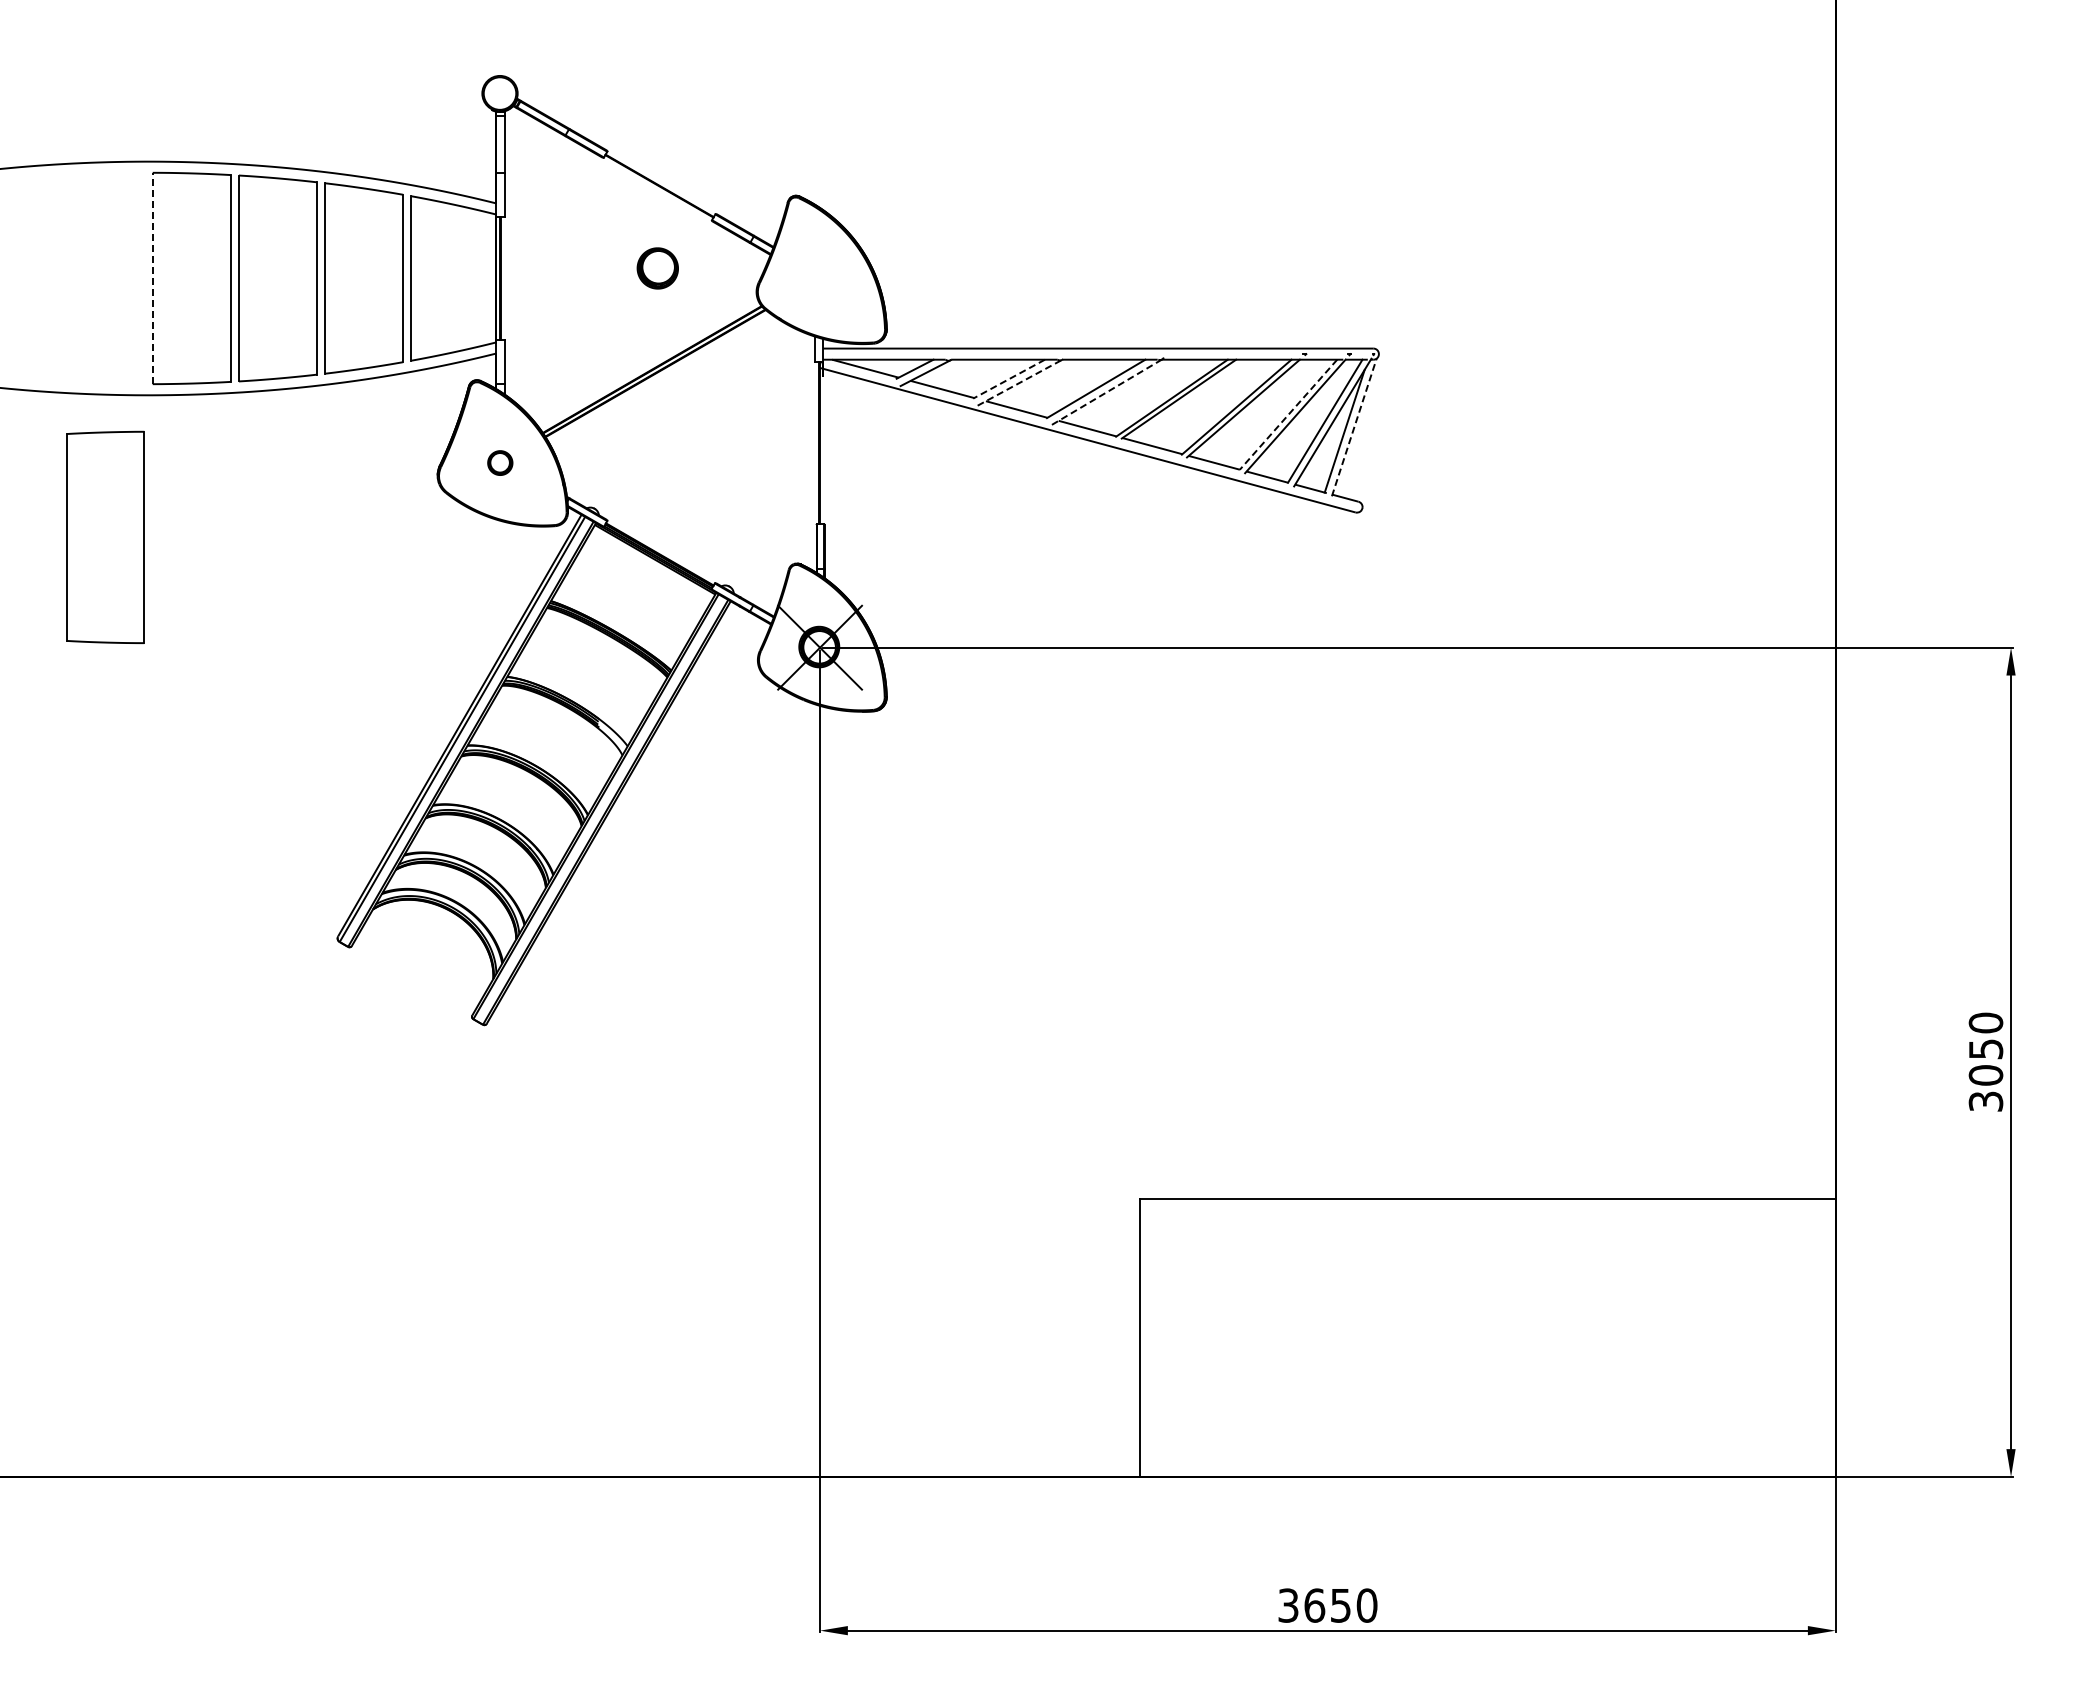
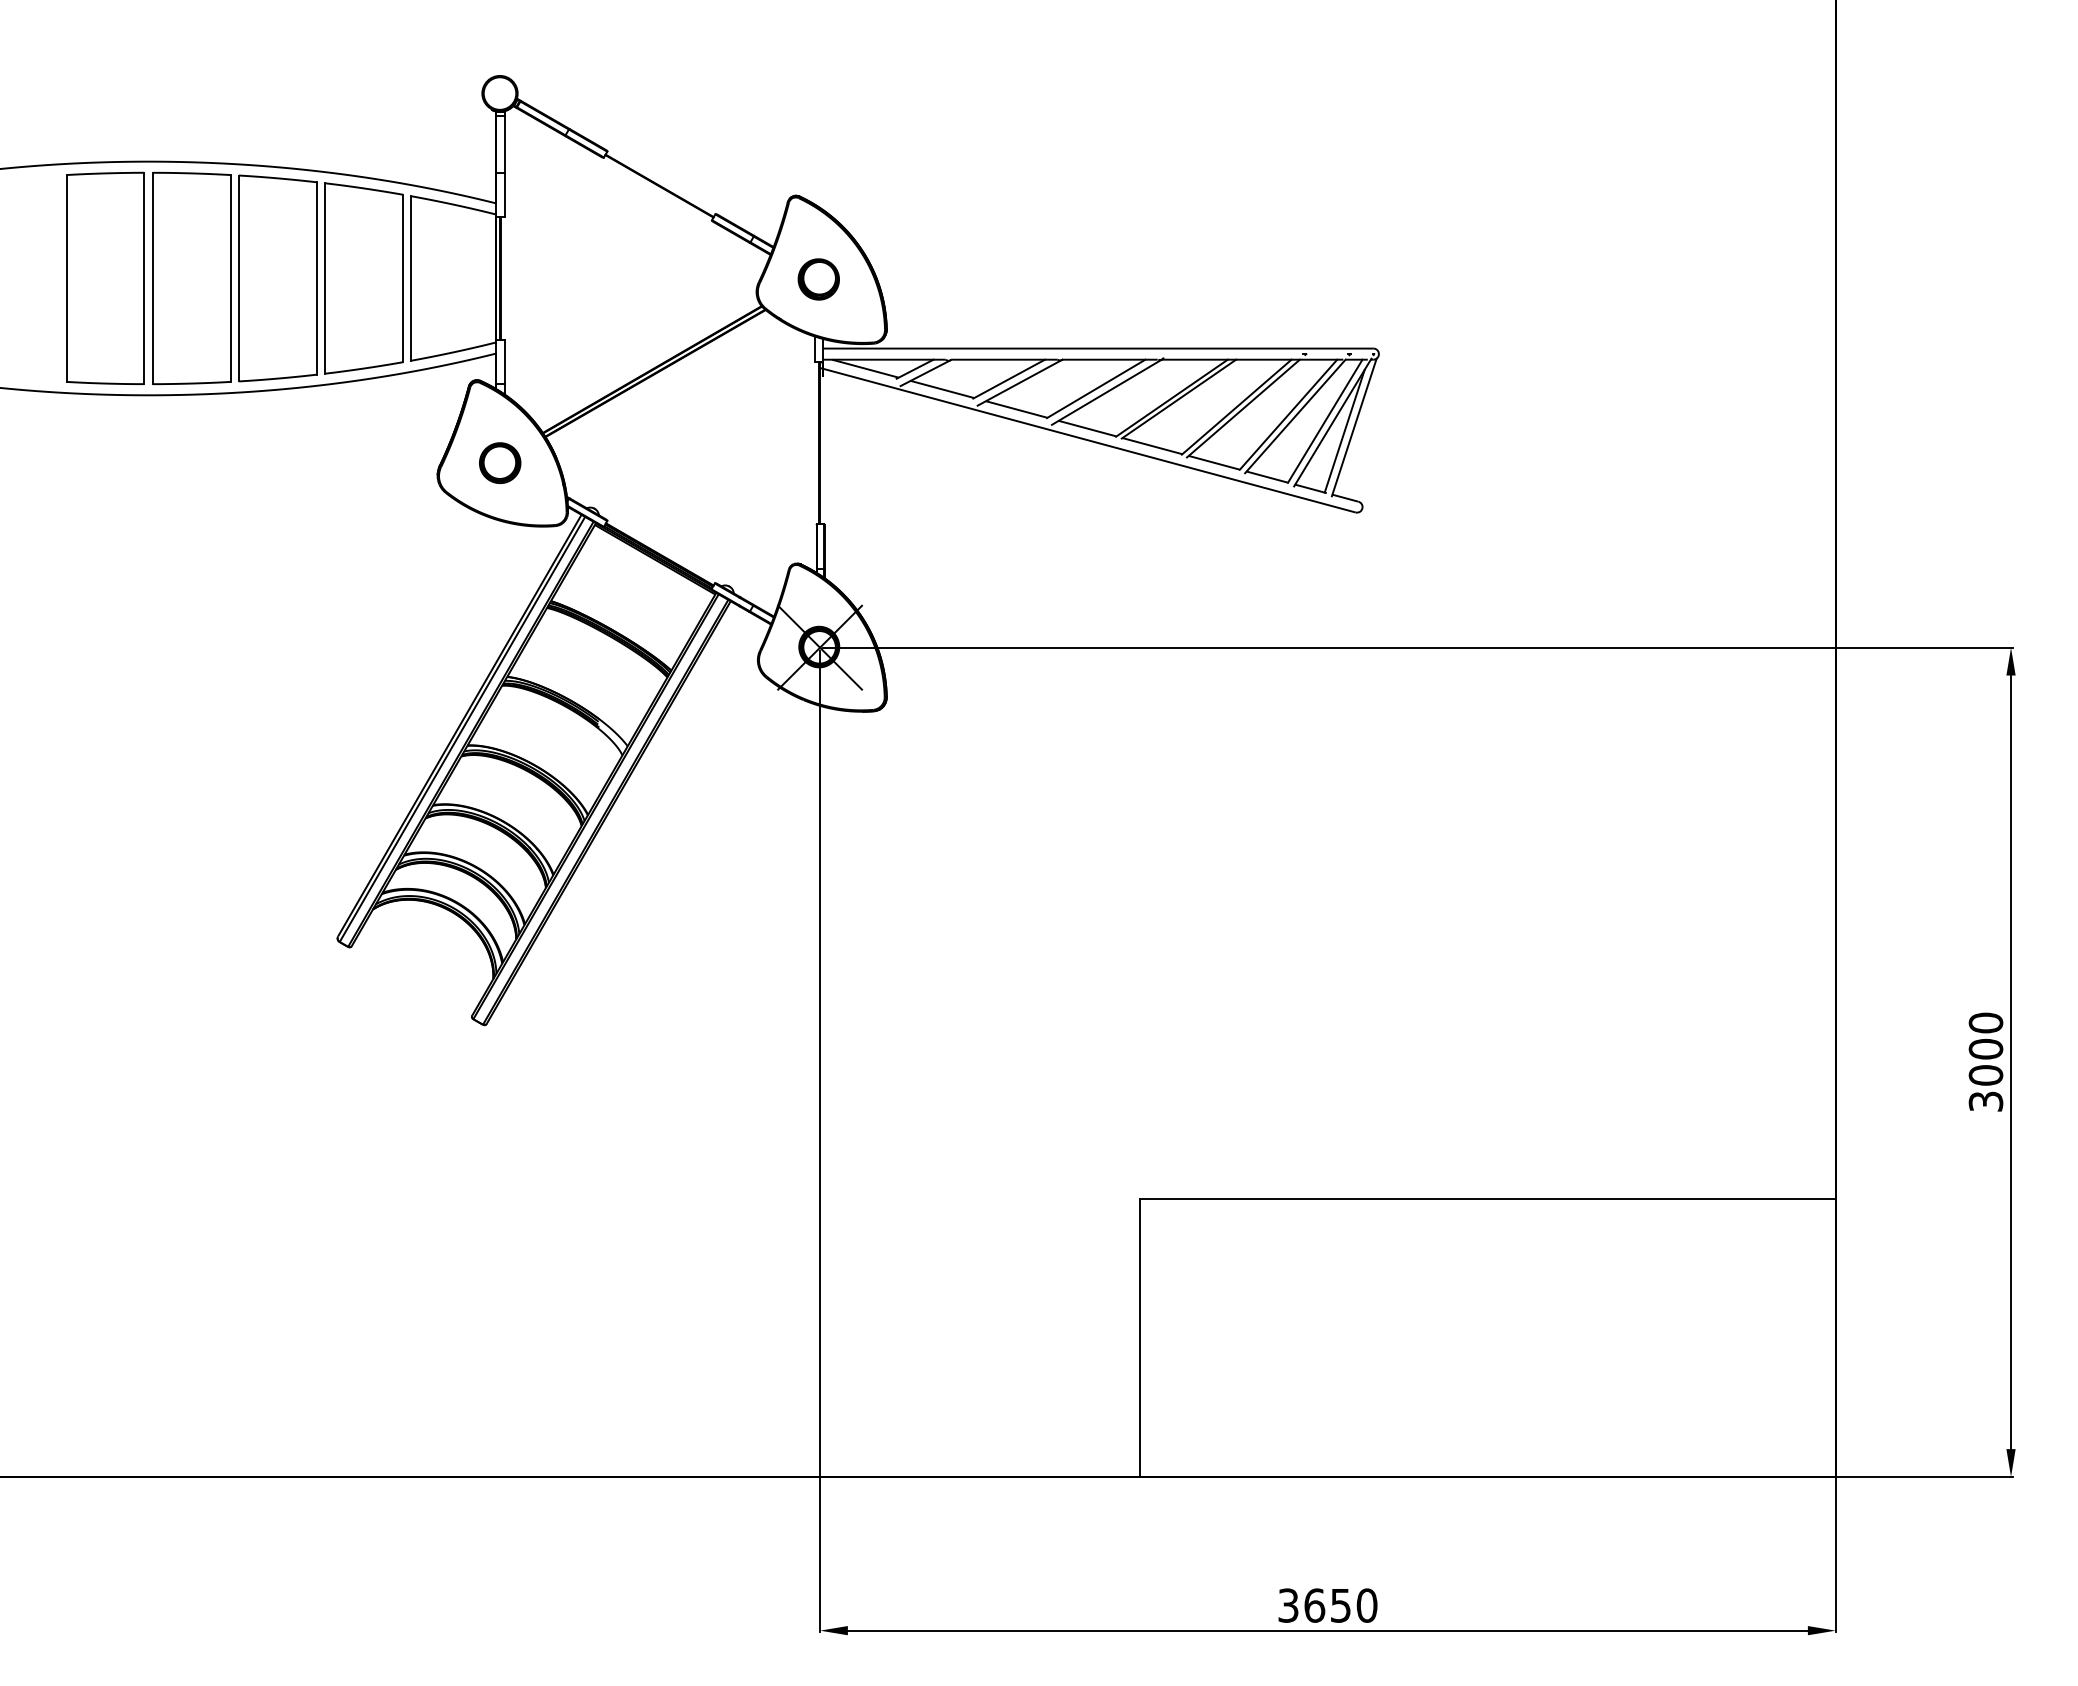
part at (657, 268) position: (657, 268) -> (818, 279)
line at (152, 278): dashed -> solid
line at (1009, 379): dashed -> solid
line at (1020, 382): dashed -> solid
line at (1107, 391): dashed -> solid
line at (1288, 415): dashed -> solid
line at (1354, 427): dashed -> solid
part at (500, 462) size: 27x26 px -> 43x42 px
part at (105, 536) position: (105, 536) -> (105, 277)
text at (1985, 1048): 3050 -> 3000
